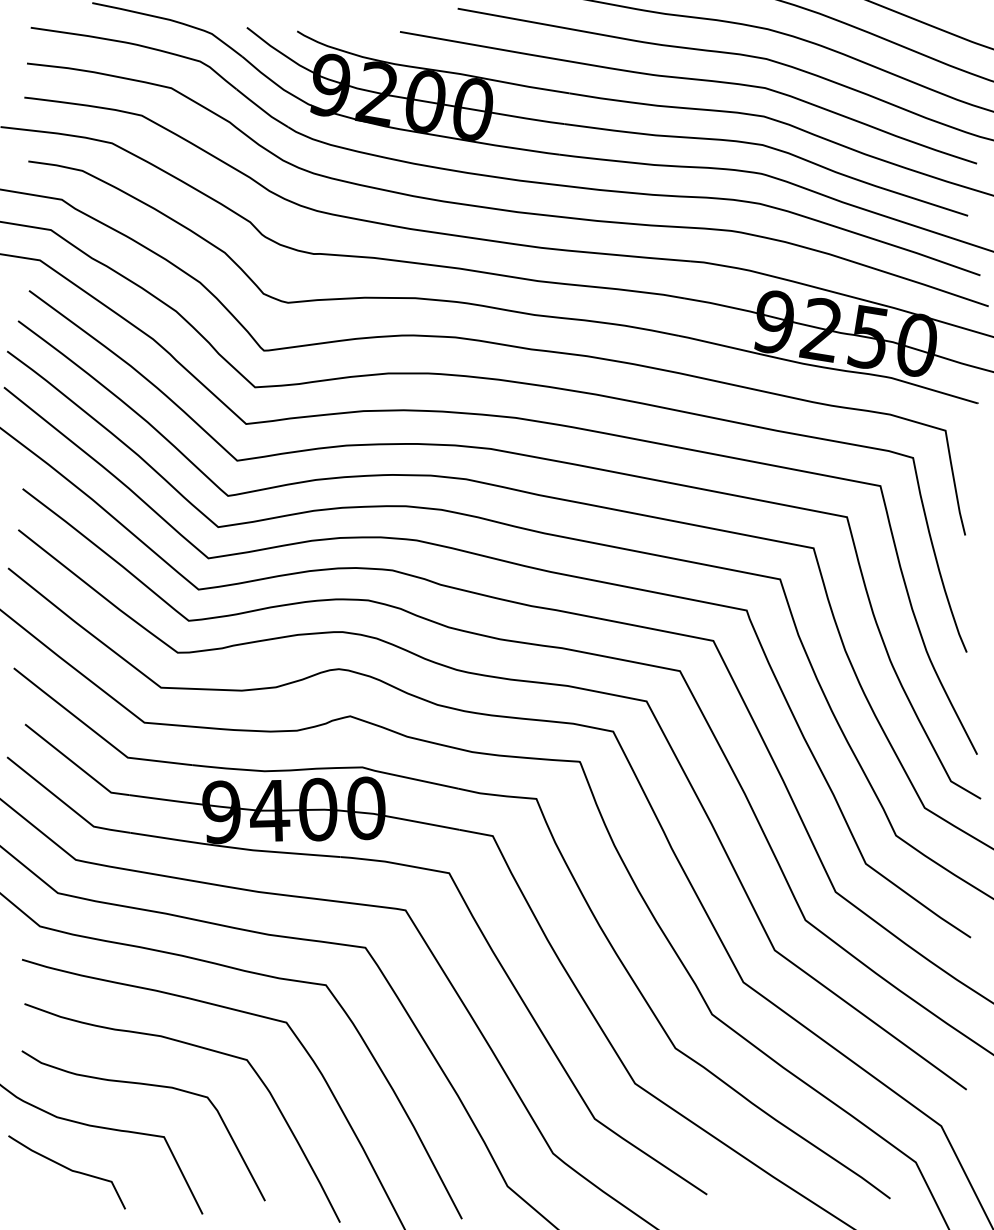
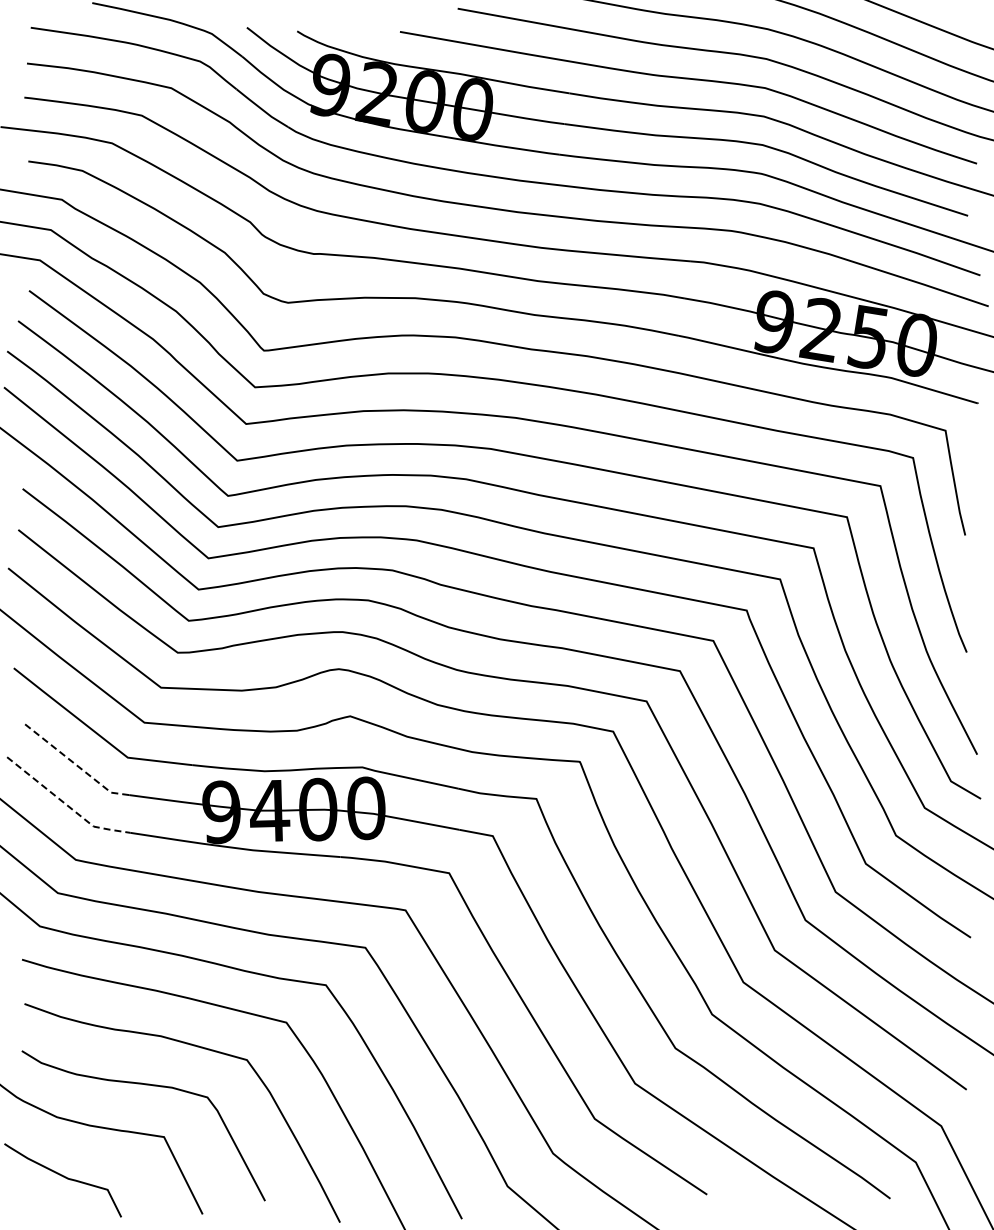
line at (76, 764): solid -> dashed
line at (65, 804): solid -> dashed
curve at (67, 1169) position: (67, 1169) -> (63, 1177)
